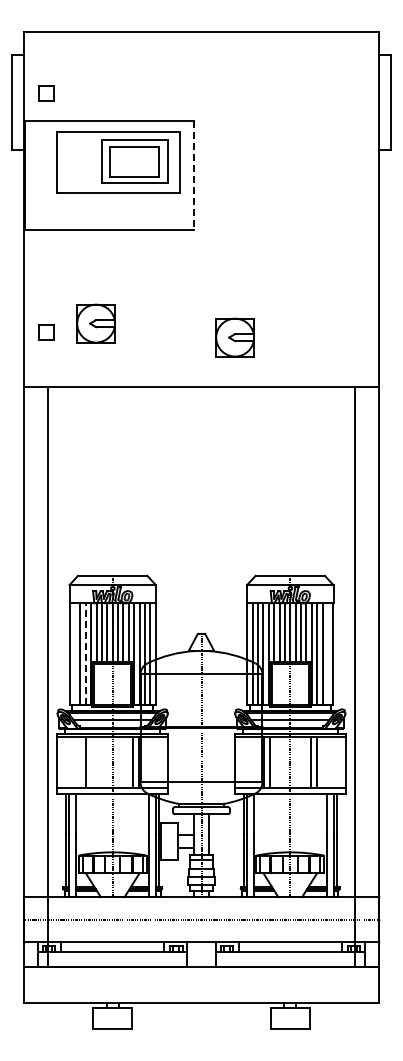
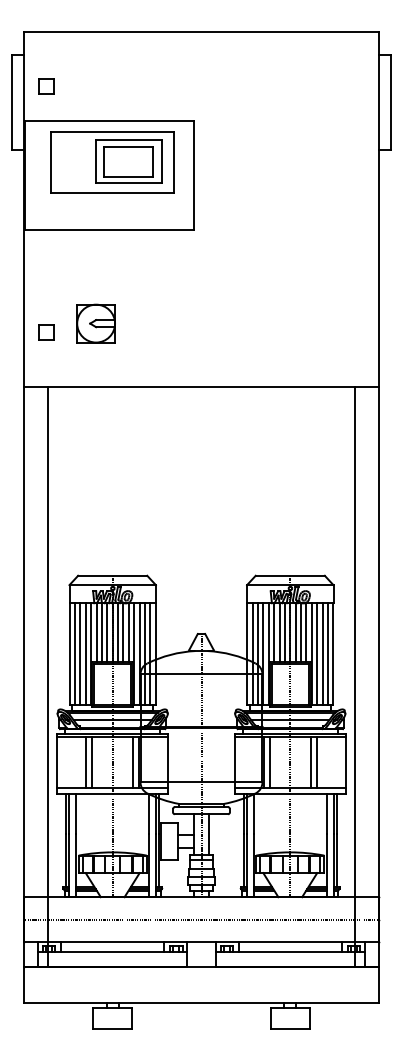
part at (46, 93) position: (46, 93) -> (46, 86)
part at (118, 162) position: (118, 162) -> (112, 162)
line at (194, 175): dashed -> solid
part at (234, 337): present -> none
line at (75, 653): none -> present
line at (85, 653): dashed -> solid
line at (327, 653): none -> present
line at (91, 762): none -> present
